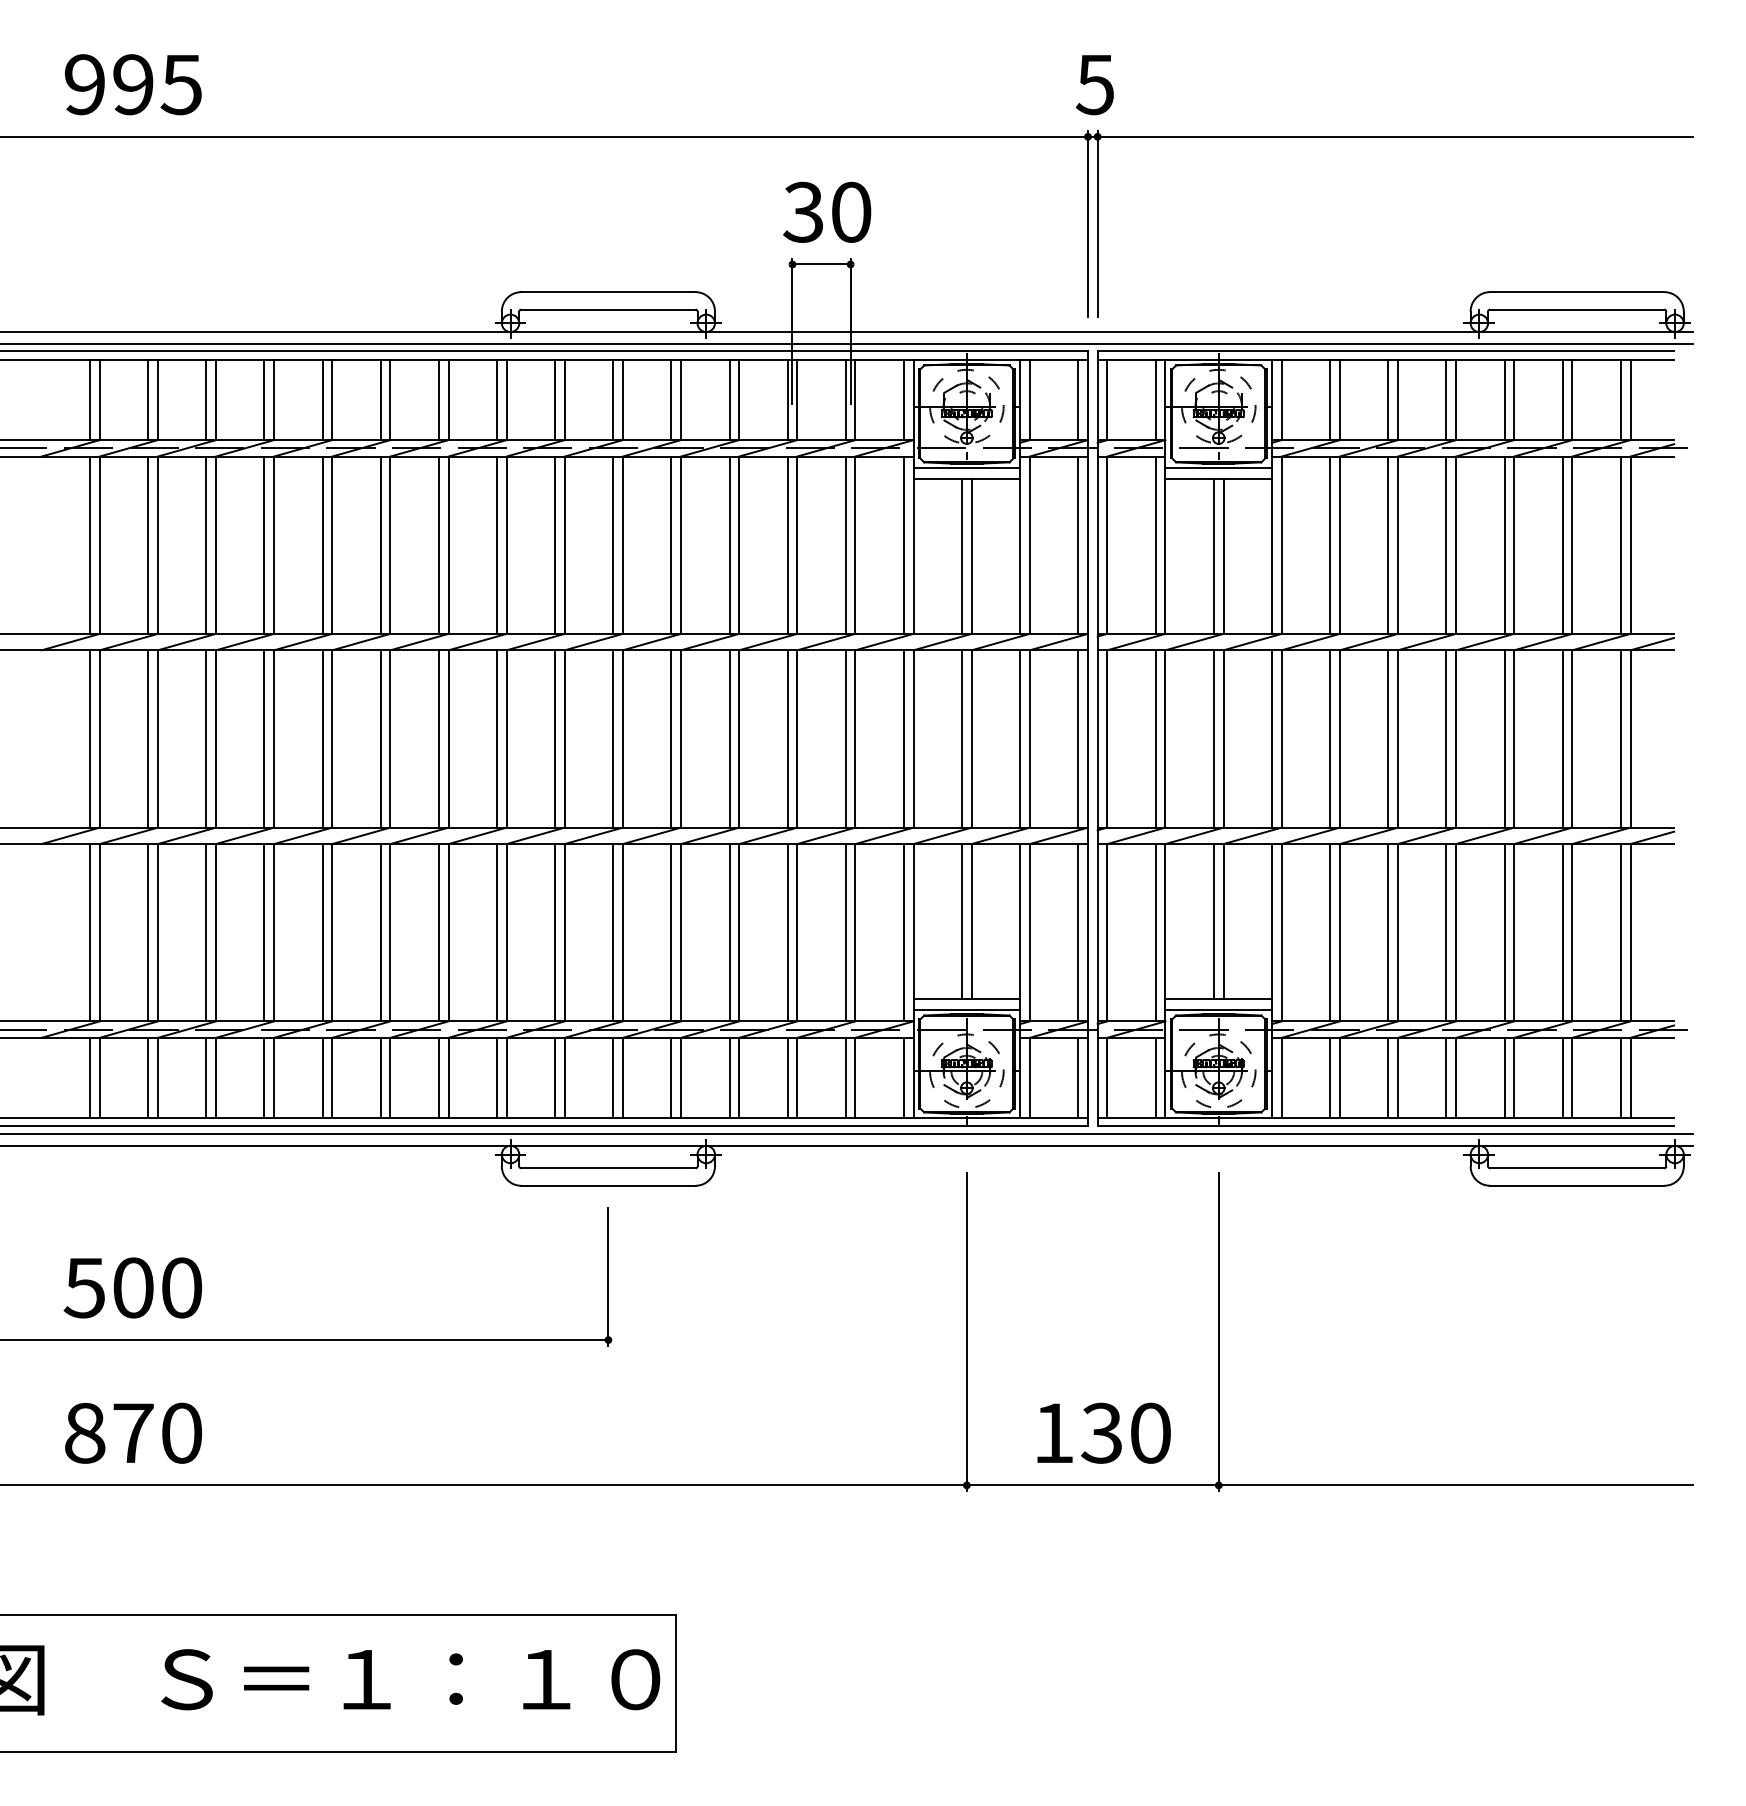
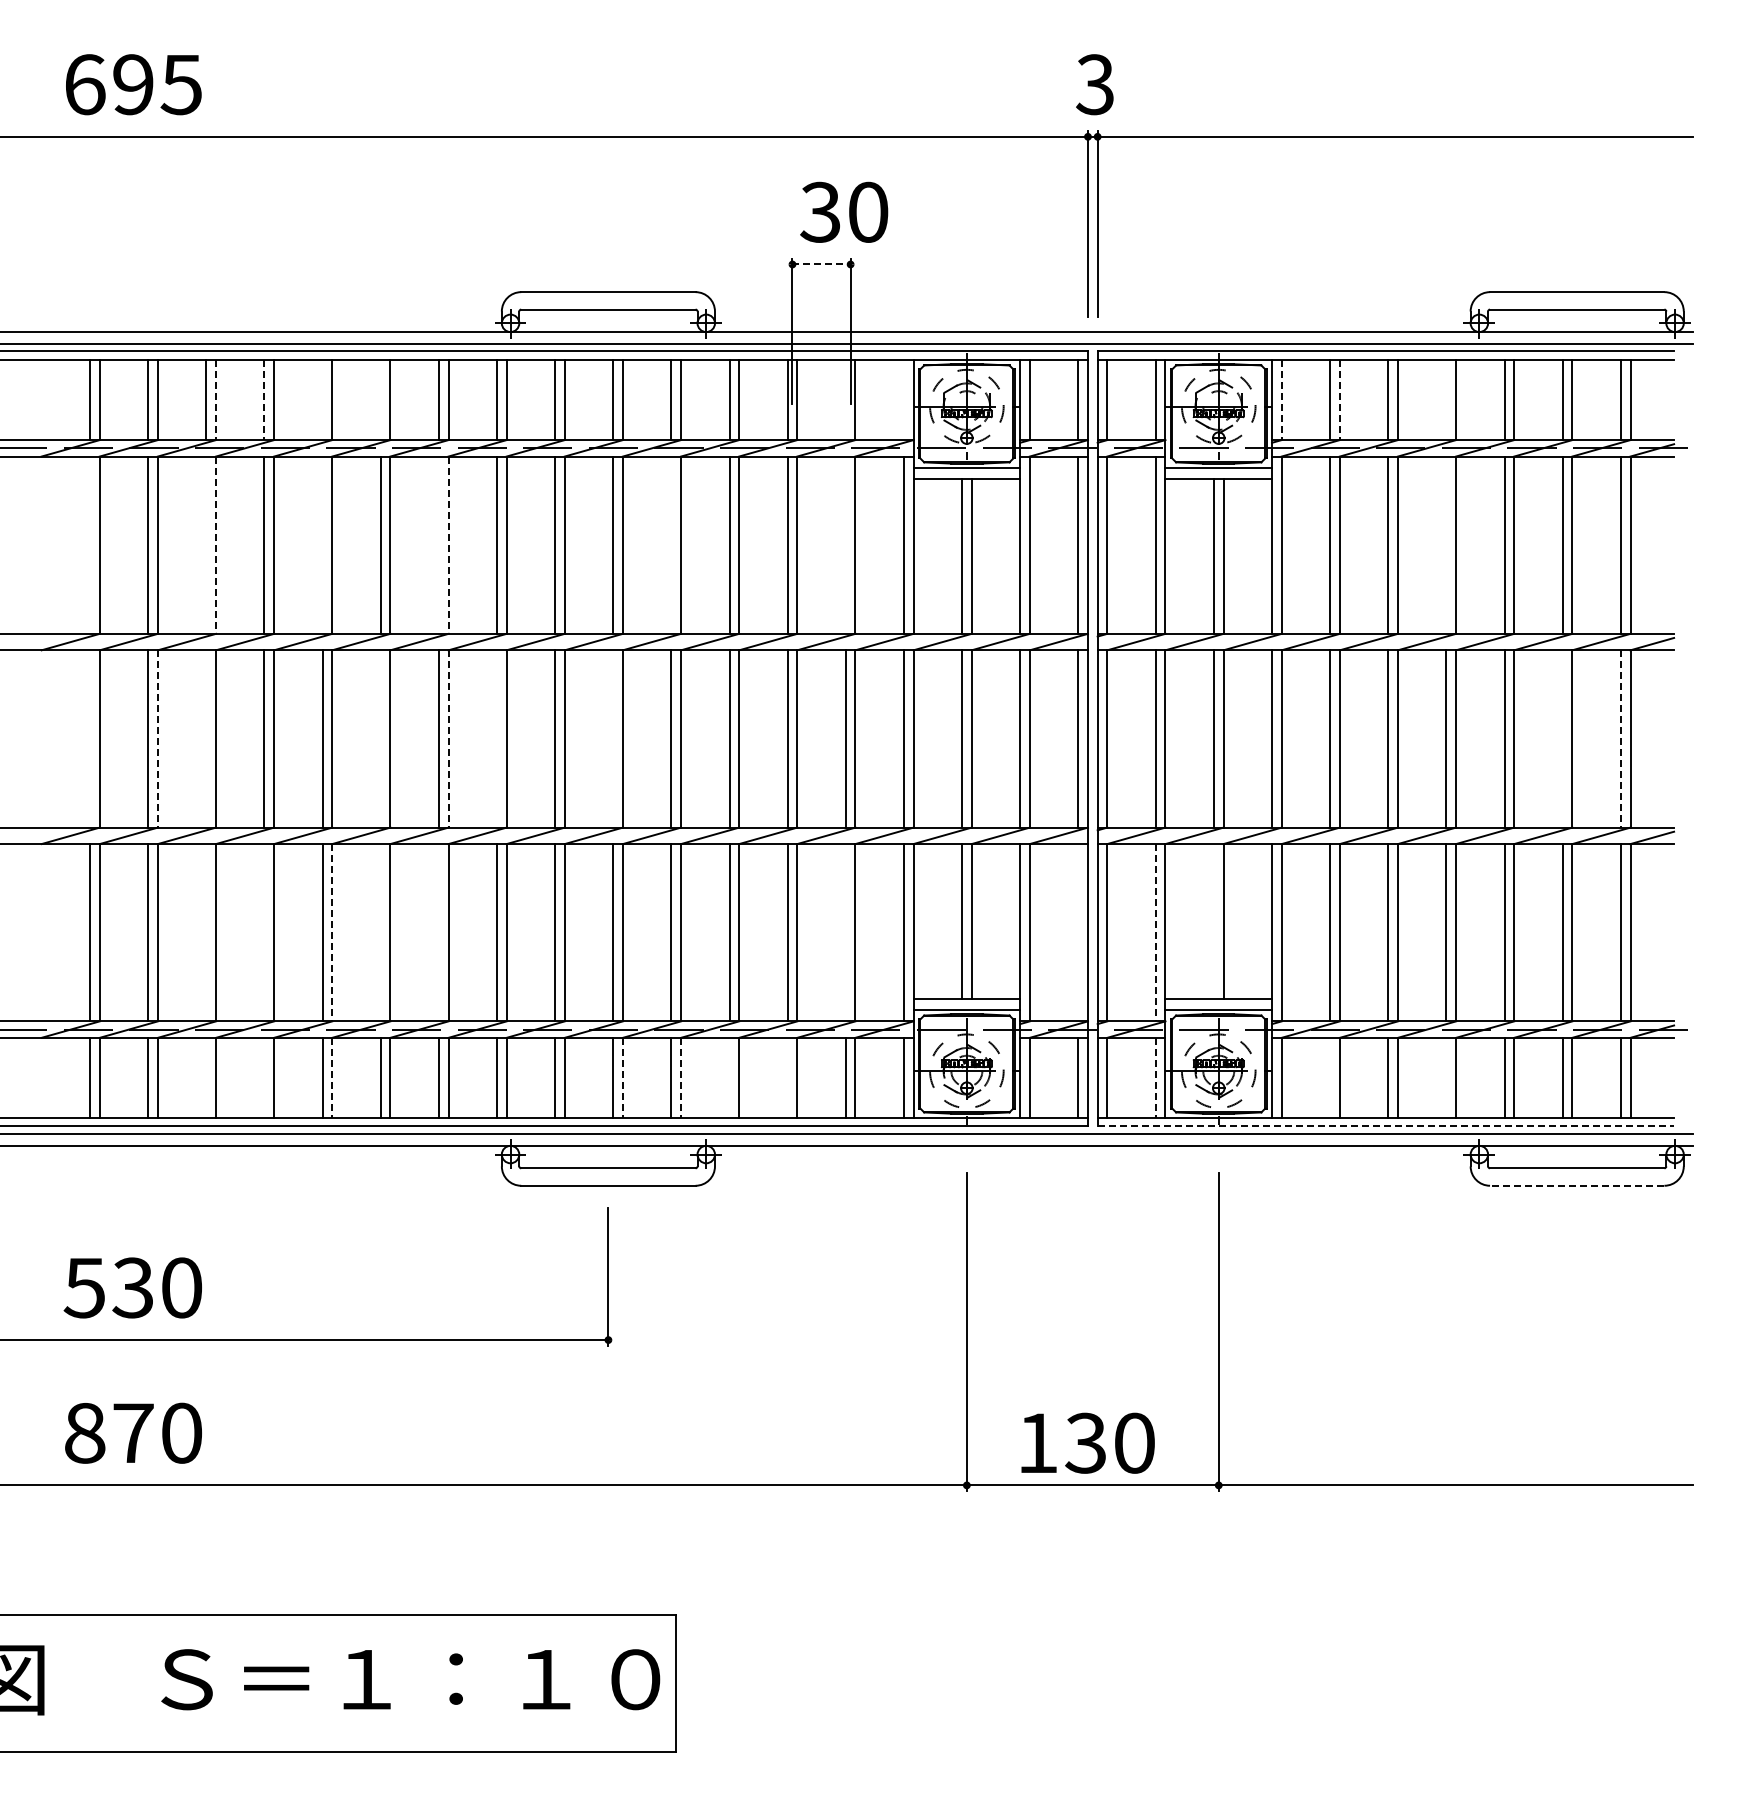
text at (84, 84): 995 -> 695
text at (1094, 84): 5 -> 3
text at (827, 211) position: (827, 211) -> (844, 211)
line at (822, 264): solid -> dashed
line at (216, 400): solid -> dashed
line at (264, 400): solid -> dashed
line at (322, 400): present -> none
line at (380, 400): present -> none
line at (845, 400): present -> none
line at (903, 400): present -> none
line at (1281, 400): solid -> dashed
line at (1339, 400): solid -> dashed
line at (1446, 400): present -> none
line at (90, 544): present -> none
line at (206, 544): present -> none
line at (322, 544): present -> none
line at (438, 544): present -> none
line at (671, 544): present -> none
line at (845, 544): present -> none
line at (1446, 544): present -> none
line at (216, 545): solid -> dashed
line at (448, 545): solid -> dashed
line at (90, 738): present -> none
line at (157, 738): solid -> dashed
line at (206, 738): present -> none
line at (380, 738): present -> none
line at (448, 738): solid -> dashed
line at (497, 738): present -> none
line at (613, 738): present -> none
line at (1562, 738): present -> none
line at (1620, 738): solid -> dashed
line at (1213, 921): present -> none
line at (206, 932): present -> none
line at (264, 932): present -> none
line at (332, 932): solid -> dashed
line at (380, 932): present -> none
line at (438, 932): present -> none
line at (845, 932): present -> none
line at (1078, 932): present -> none
line at (1155, 932): solid -> dashed
line at (206, 1077): present -> none
line at (264, 1077): present -> none
line at (332, 1077): solid -> dashed
line at (622, 1077): solid -> dashed
line at (681, 1077): solid -> dashed
line at (729, 1077): present -> none
line at (787, 1077): present -> none
line at (1155, 1077): solid -> dashed
line at (1330, 1077): present -> none
line at (1446, 1077): present -> none
line at (1386, 1126): solid -> dashed
line at (1576, 1185): solid -> dashed
text at (132, 1287): 500 -> 530
text at (1103, 1432) position: (1103, 1432) -> (1087, 1442)
